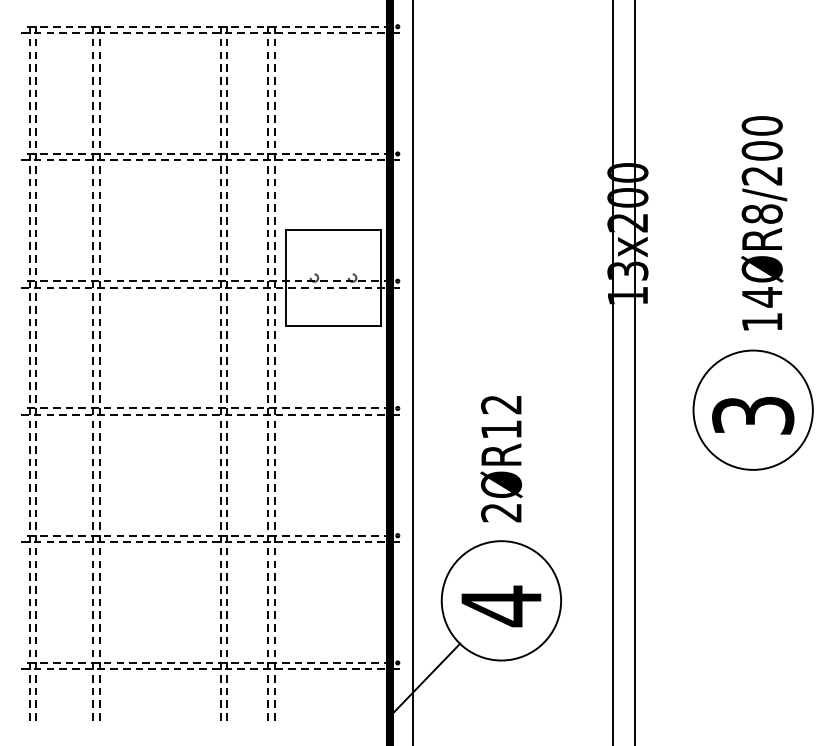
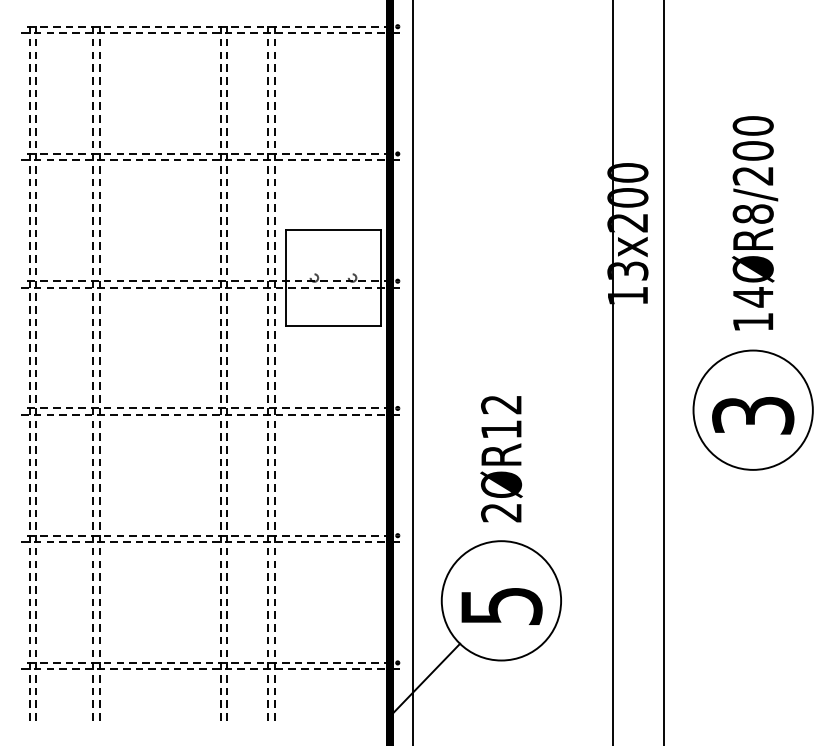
text at (764, 223) position: (764, 223) -> (755, 223)
line at (634, 372) position: (634, 372) -> (663, 372)
text at (501, 606): 4 -> 5
